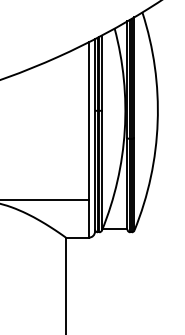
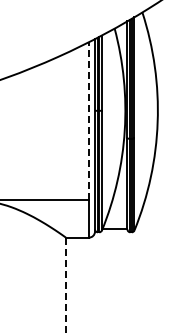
line at (89, 121): solid -> dashed
line at (65, 286): solid -> dashed
